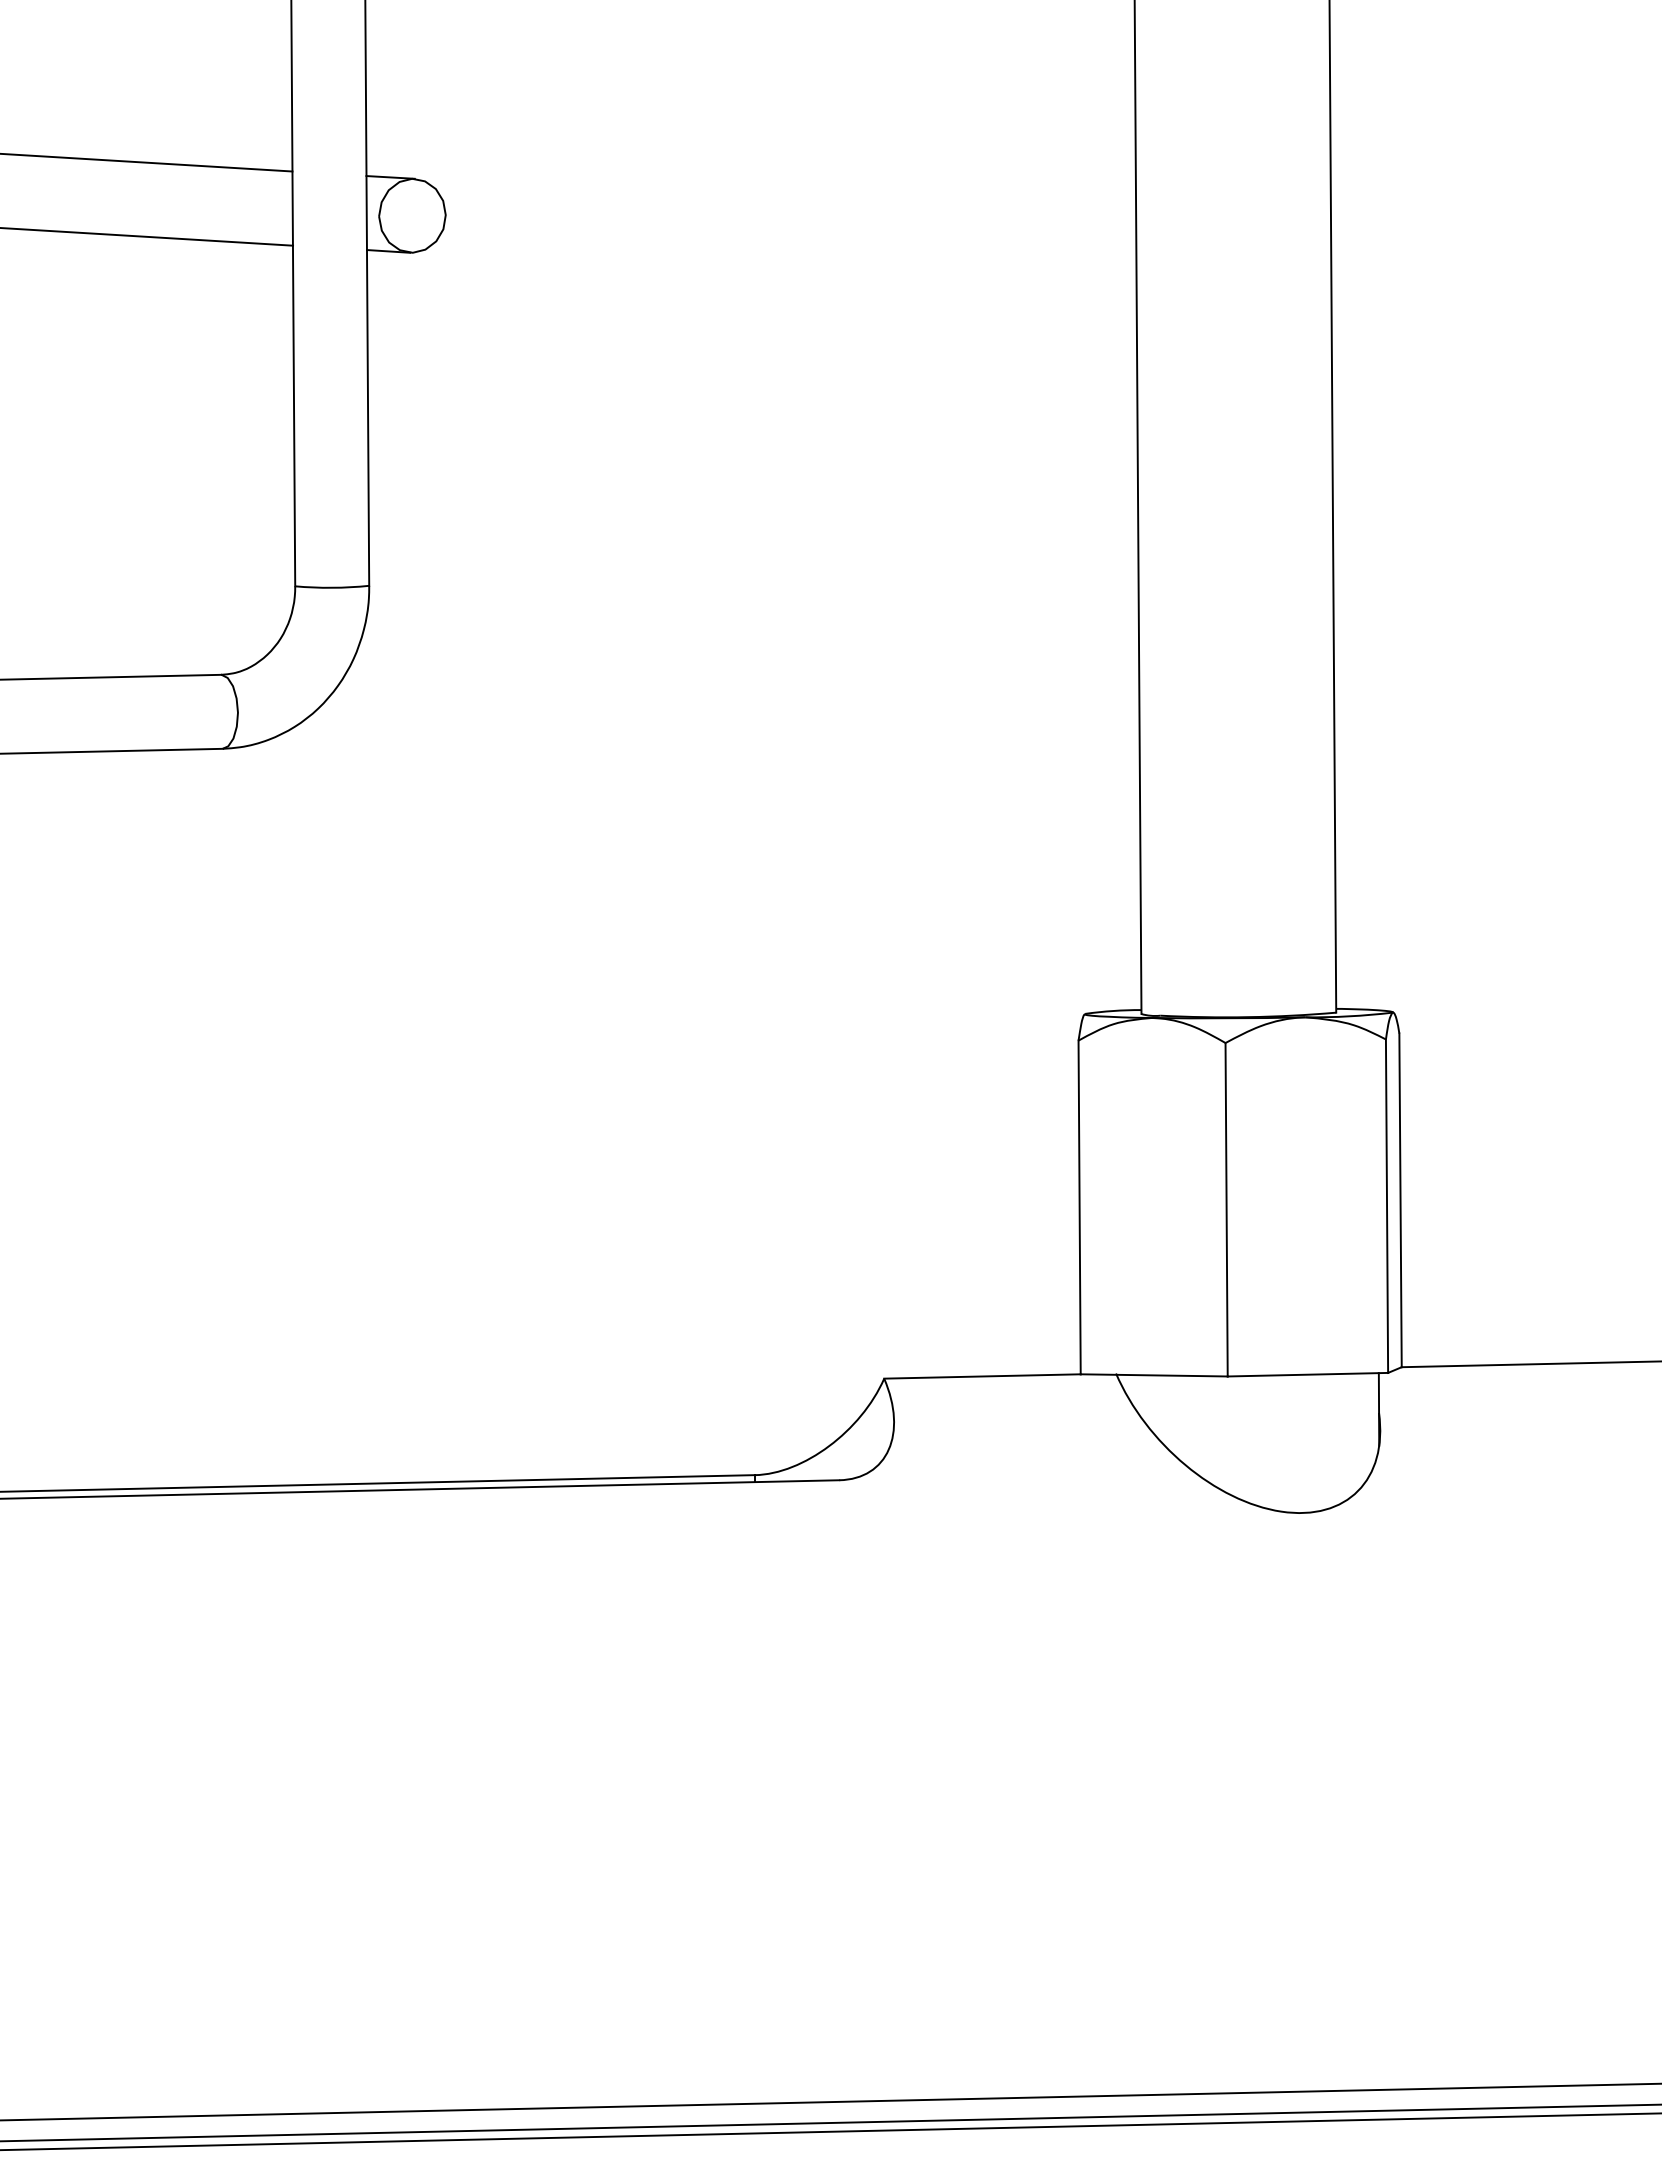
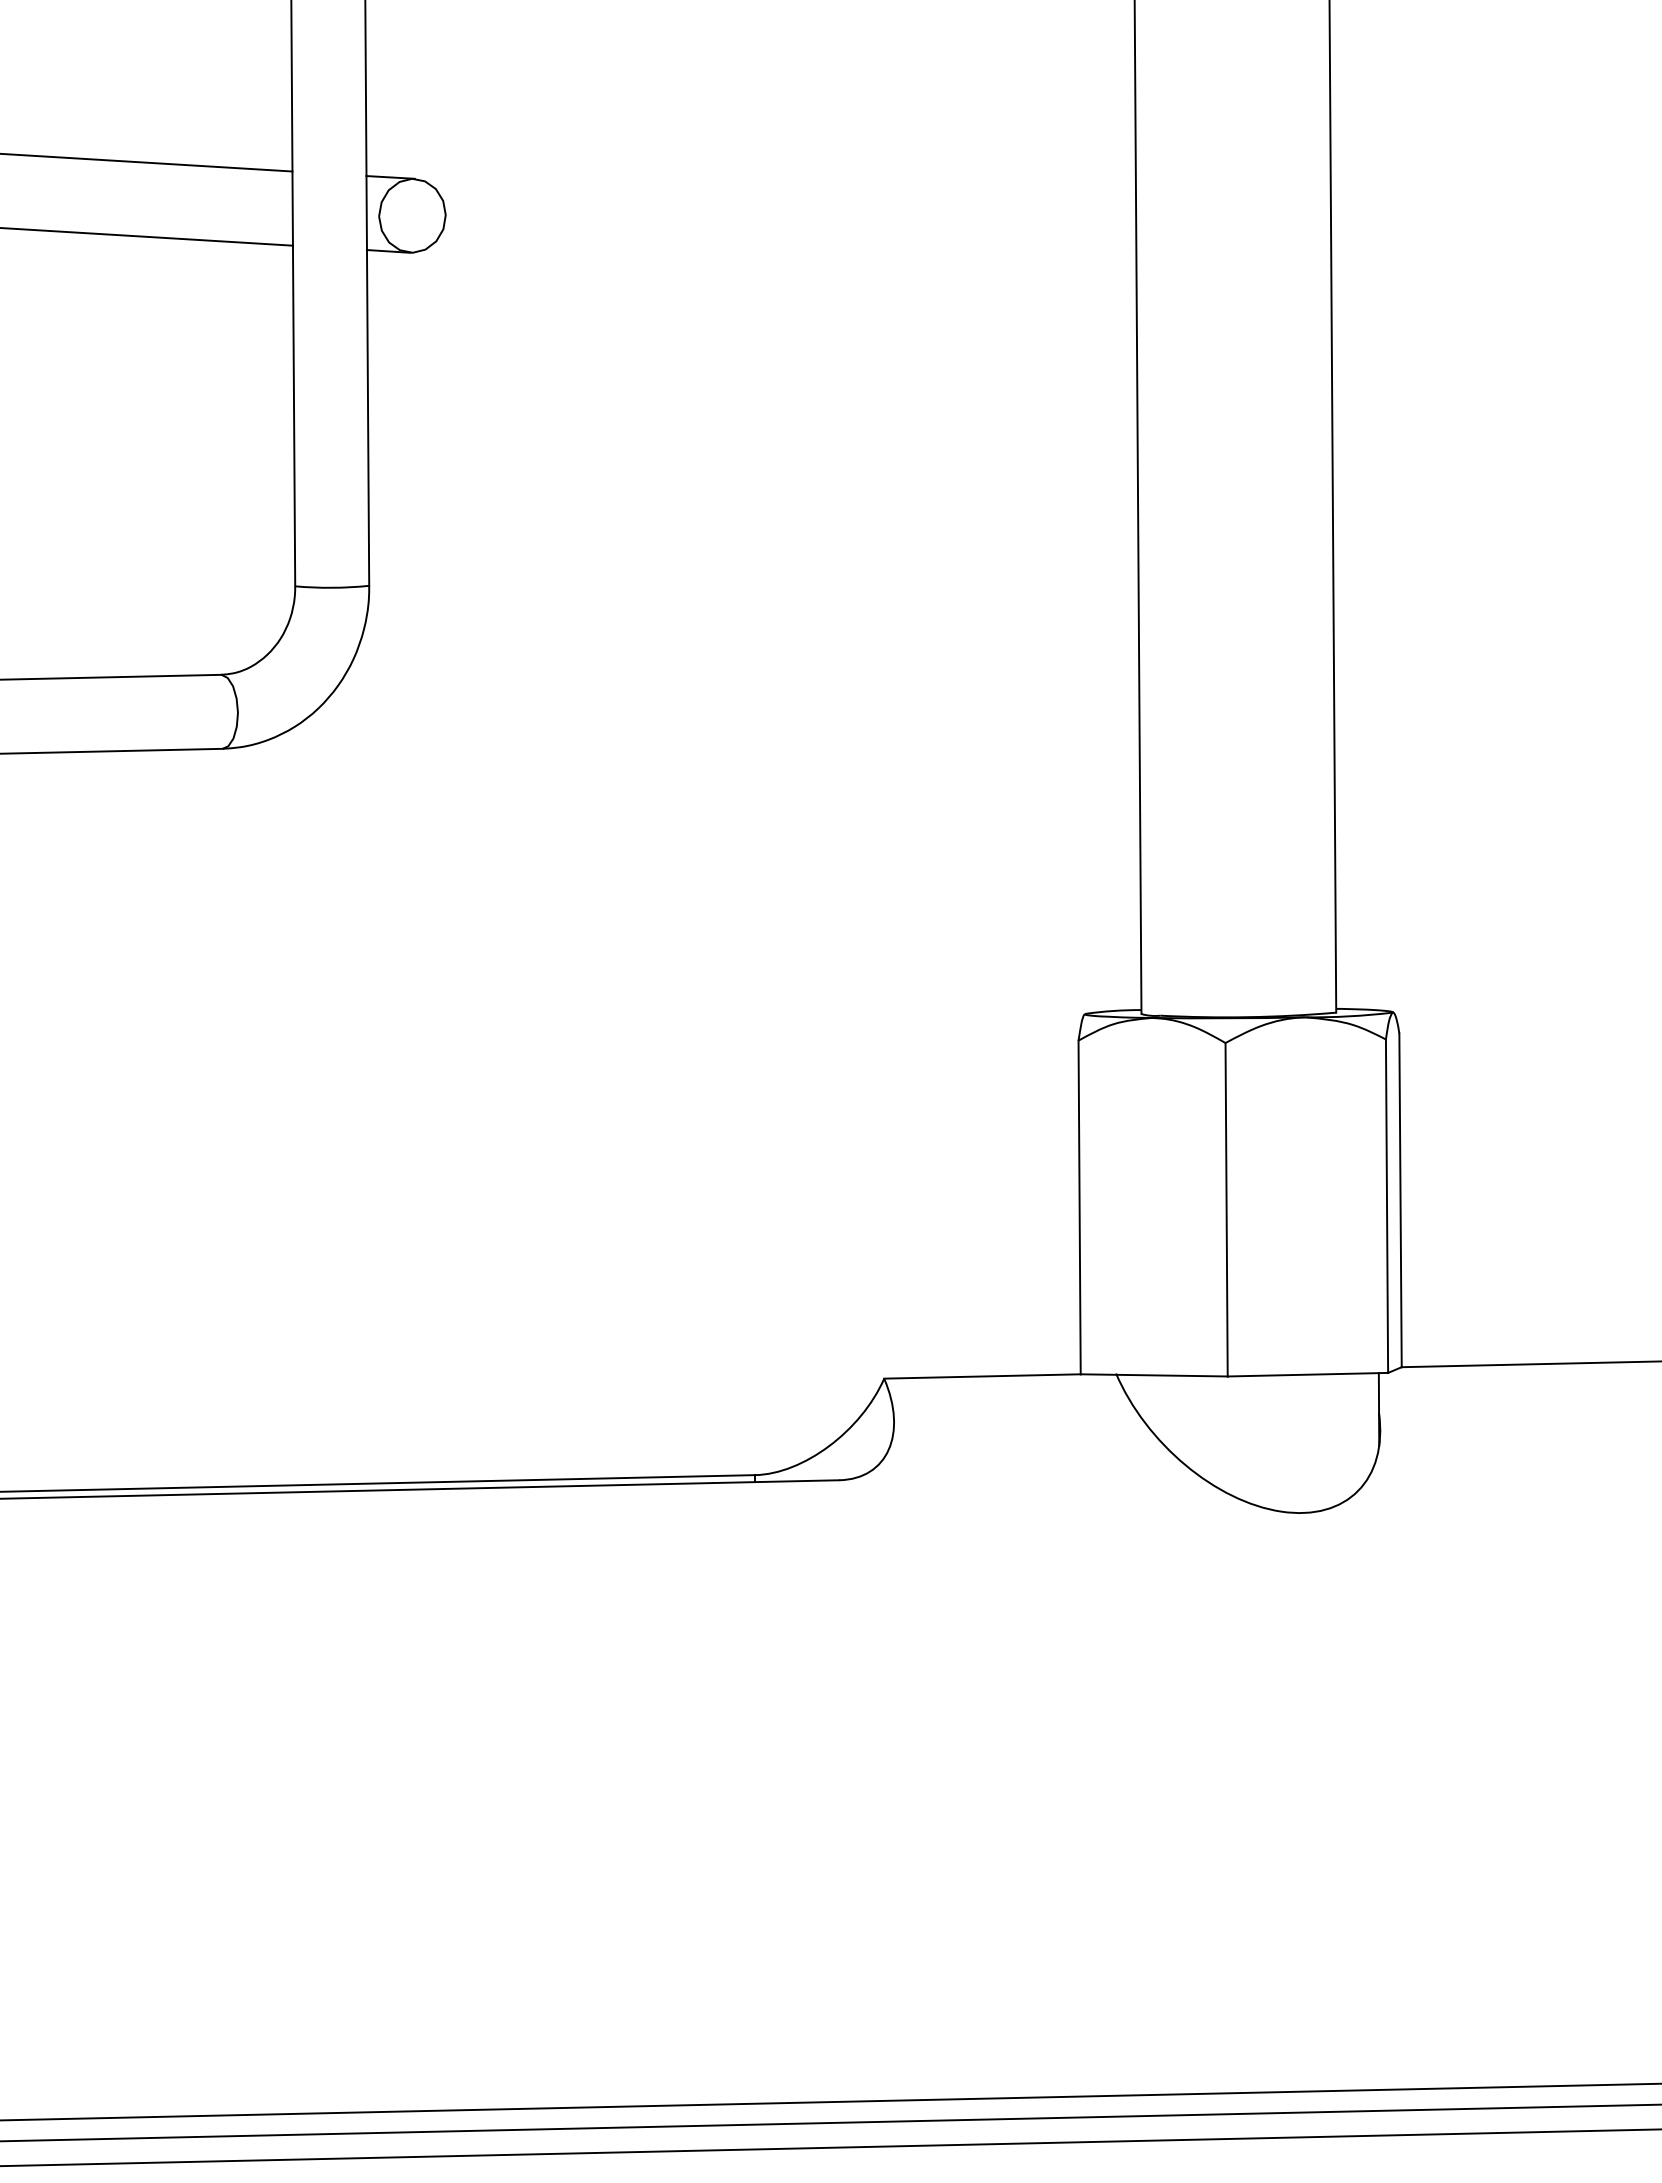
line at (830, 2131) position: (830, 2131) -> (830, 2147)
